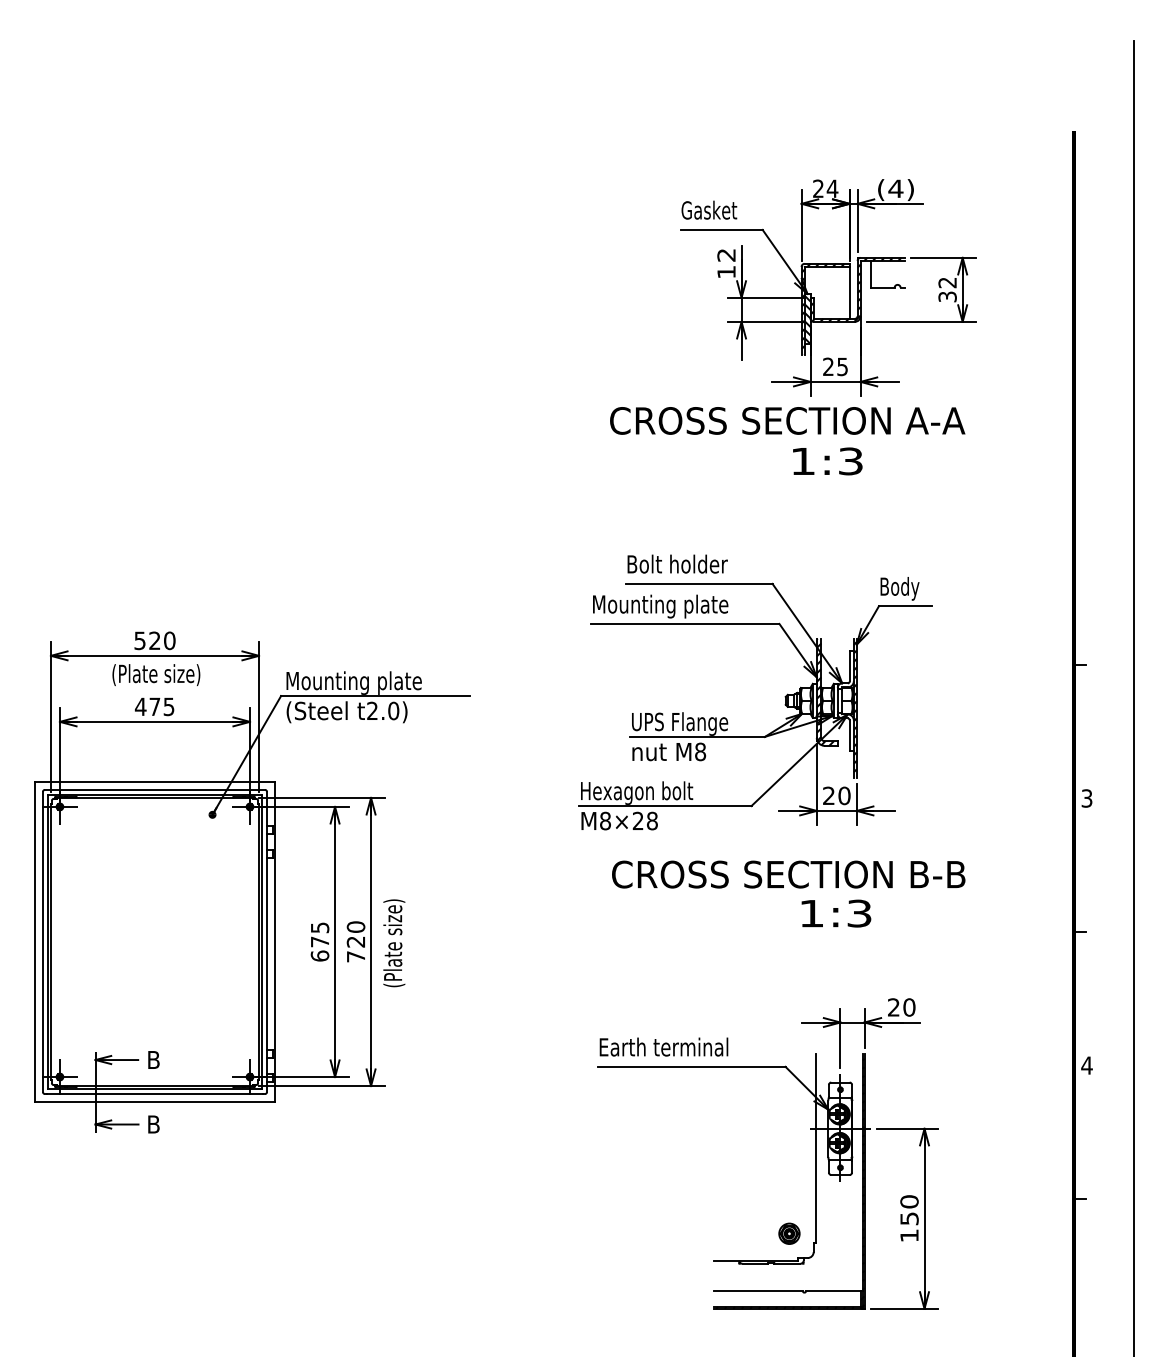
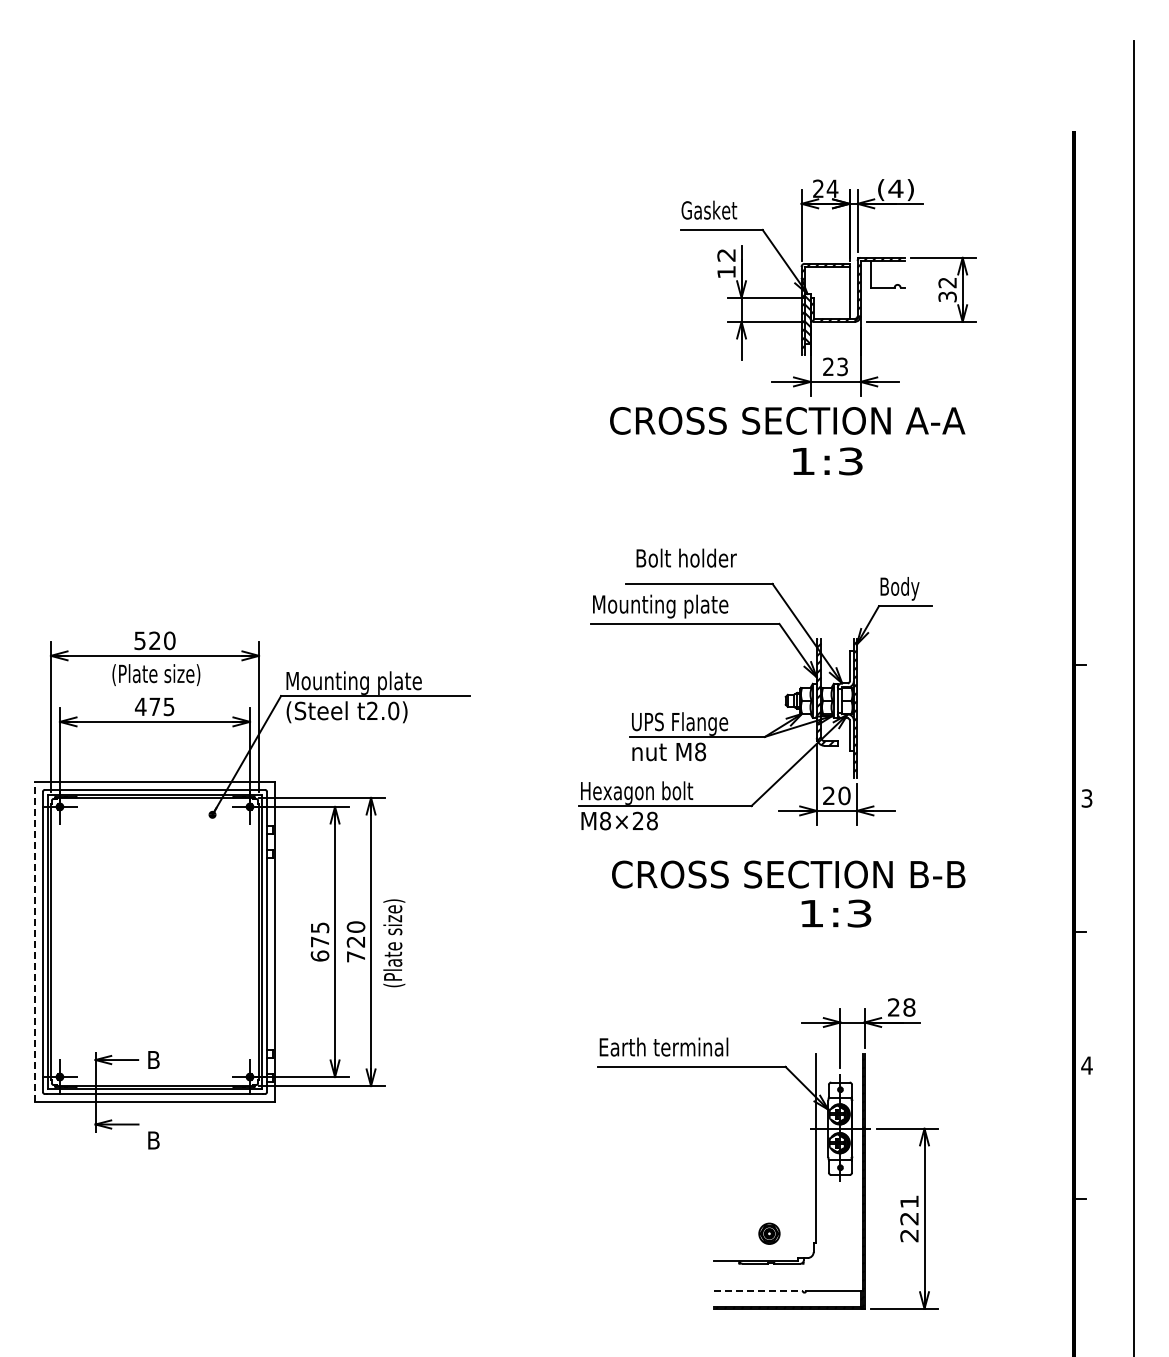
text at (842, 366): 25 -> 23
text at (677, 563) position: (677, 563) -> (686, 557)
line at (34, 941): solid -> dashed
text at (909, 1007): 20 -> 28
text at (153, 1124) position: (153, 1124) -> (153, 1140)
text at (909, 1218): 150 -> 221
part at (789, 1233) position: (789, 1233) -> (769, 1233)
line at (758, 1290): solid -> dashed
